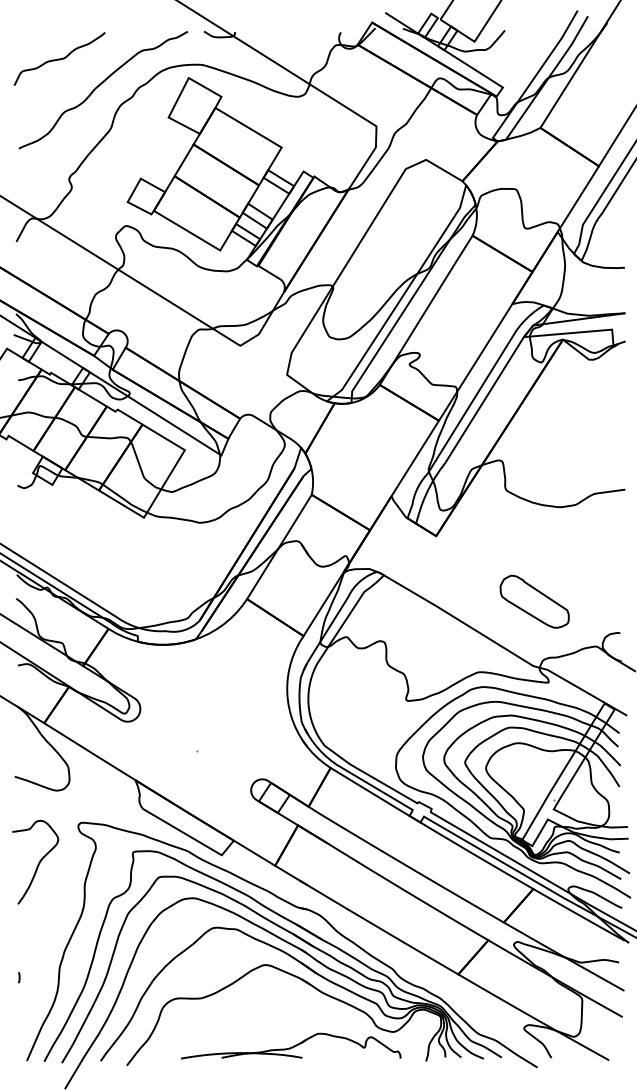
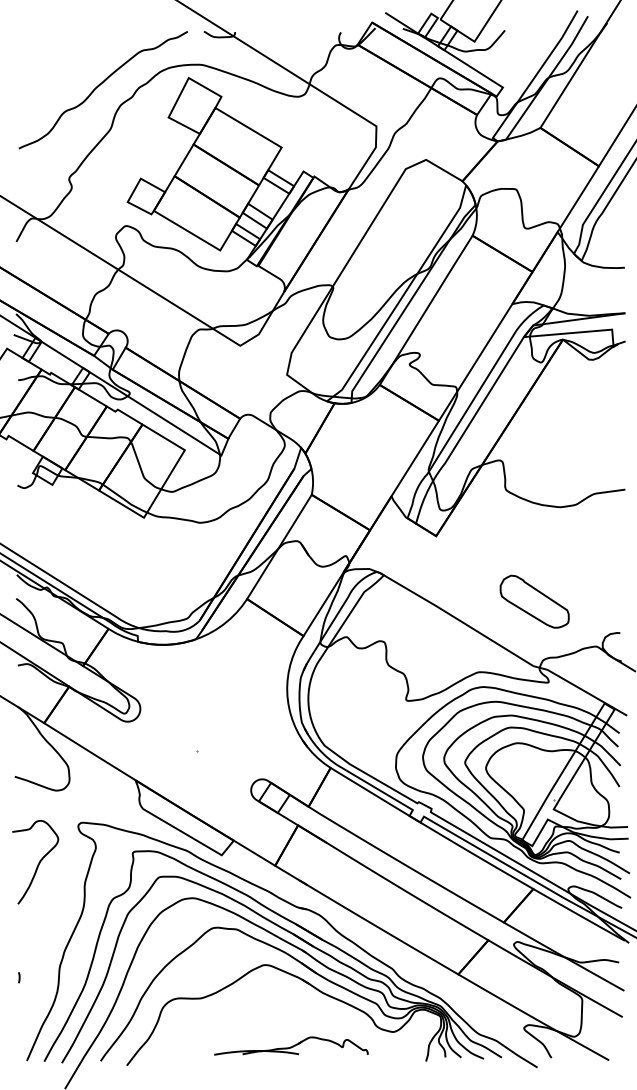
curve at (59, 58): present -> none
part at (291, 1045) size: 221x28 px -> 155x20 px
